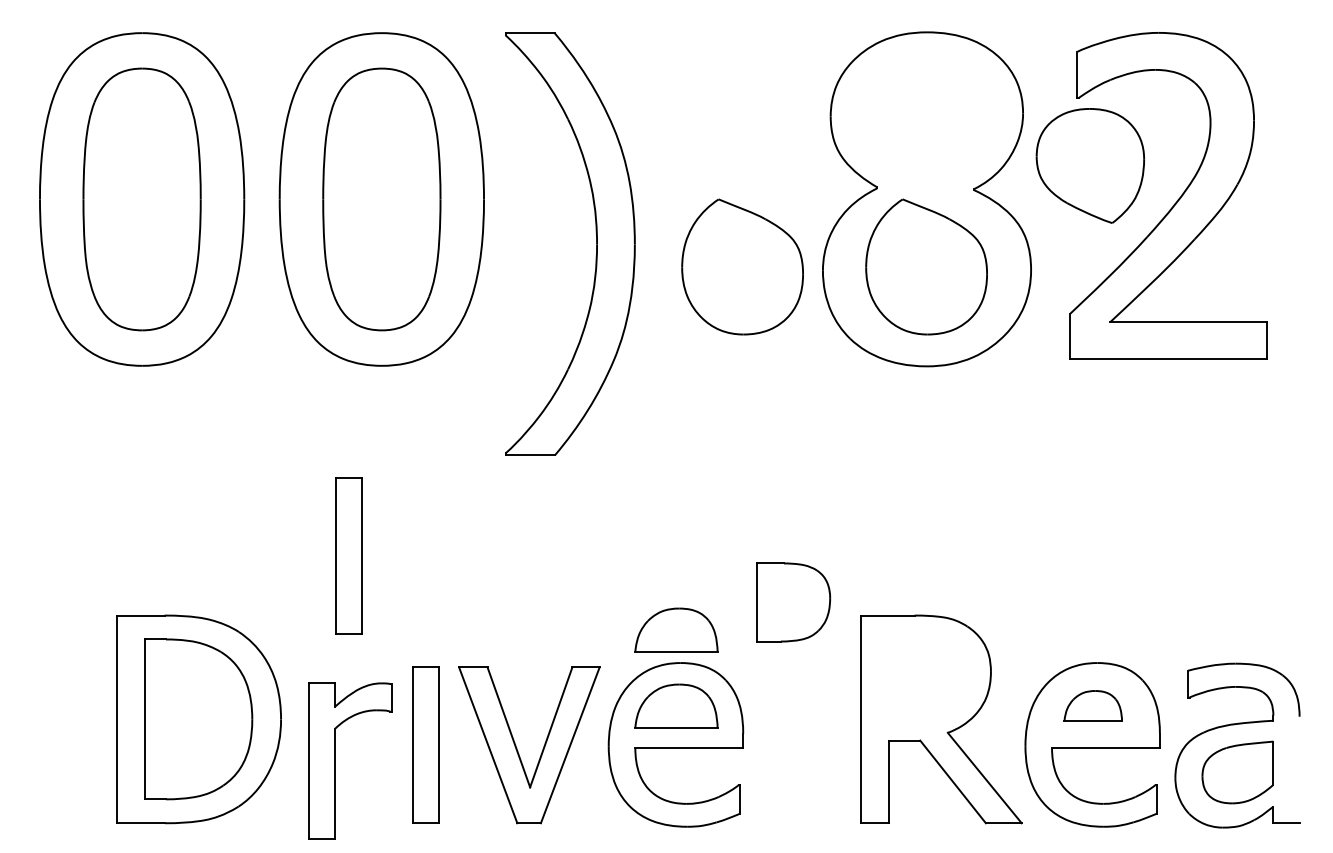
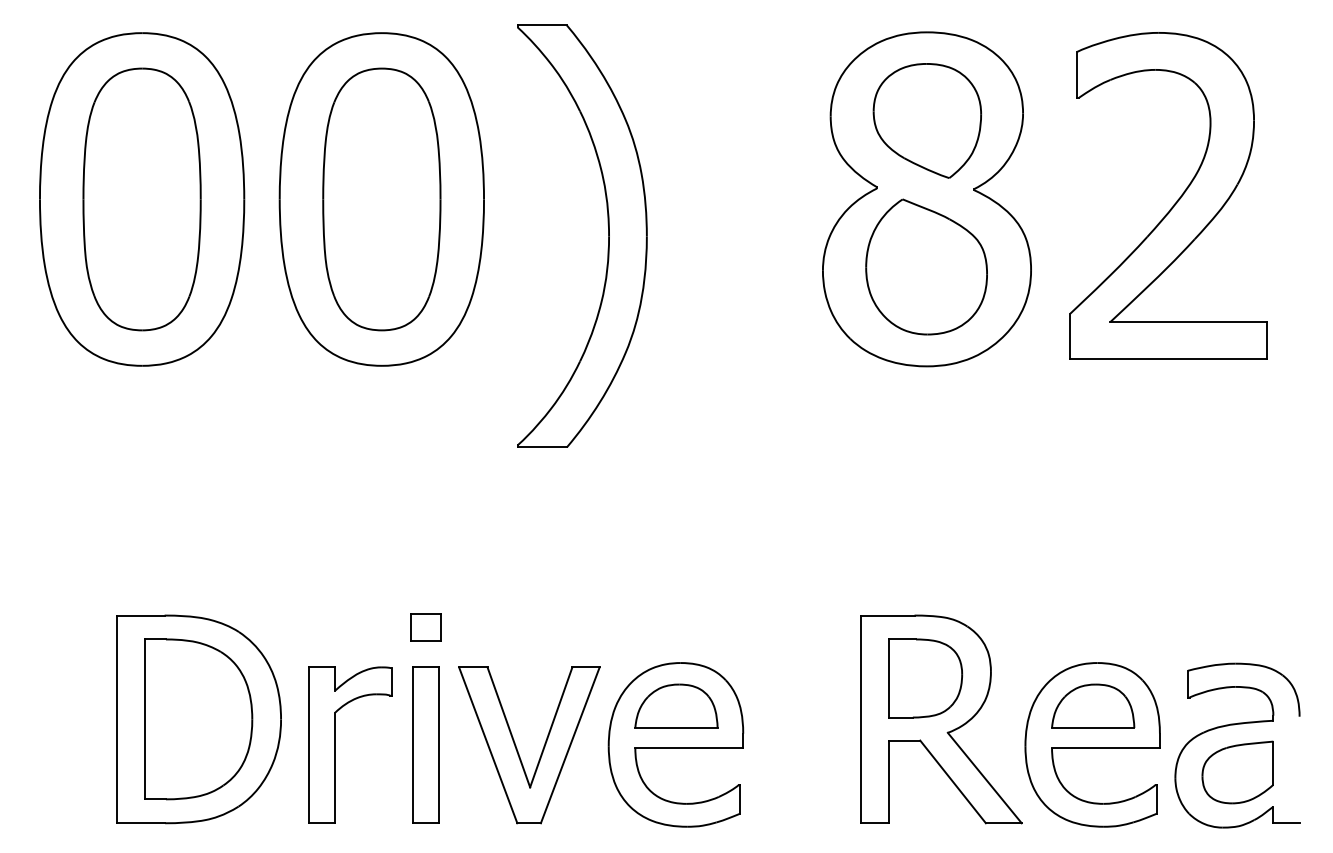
part at (1089, 165) position: (1089, 165) -> (926, 120)
part at (596, 243) position: (596, 243) -> (608, 235)
part at (742, 266): present -> none
part at (348, 555): present -> none
part at (793, 602) position: (793, 602) -> (925, 678)
part at (425, 627): none -> present
part at (676, 629): present -> none
part at (1092, 705) size: 60x32 px -> 85x46 px
part at (335, 760) position: (335, 760) -> (335, 744)
